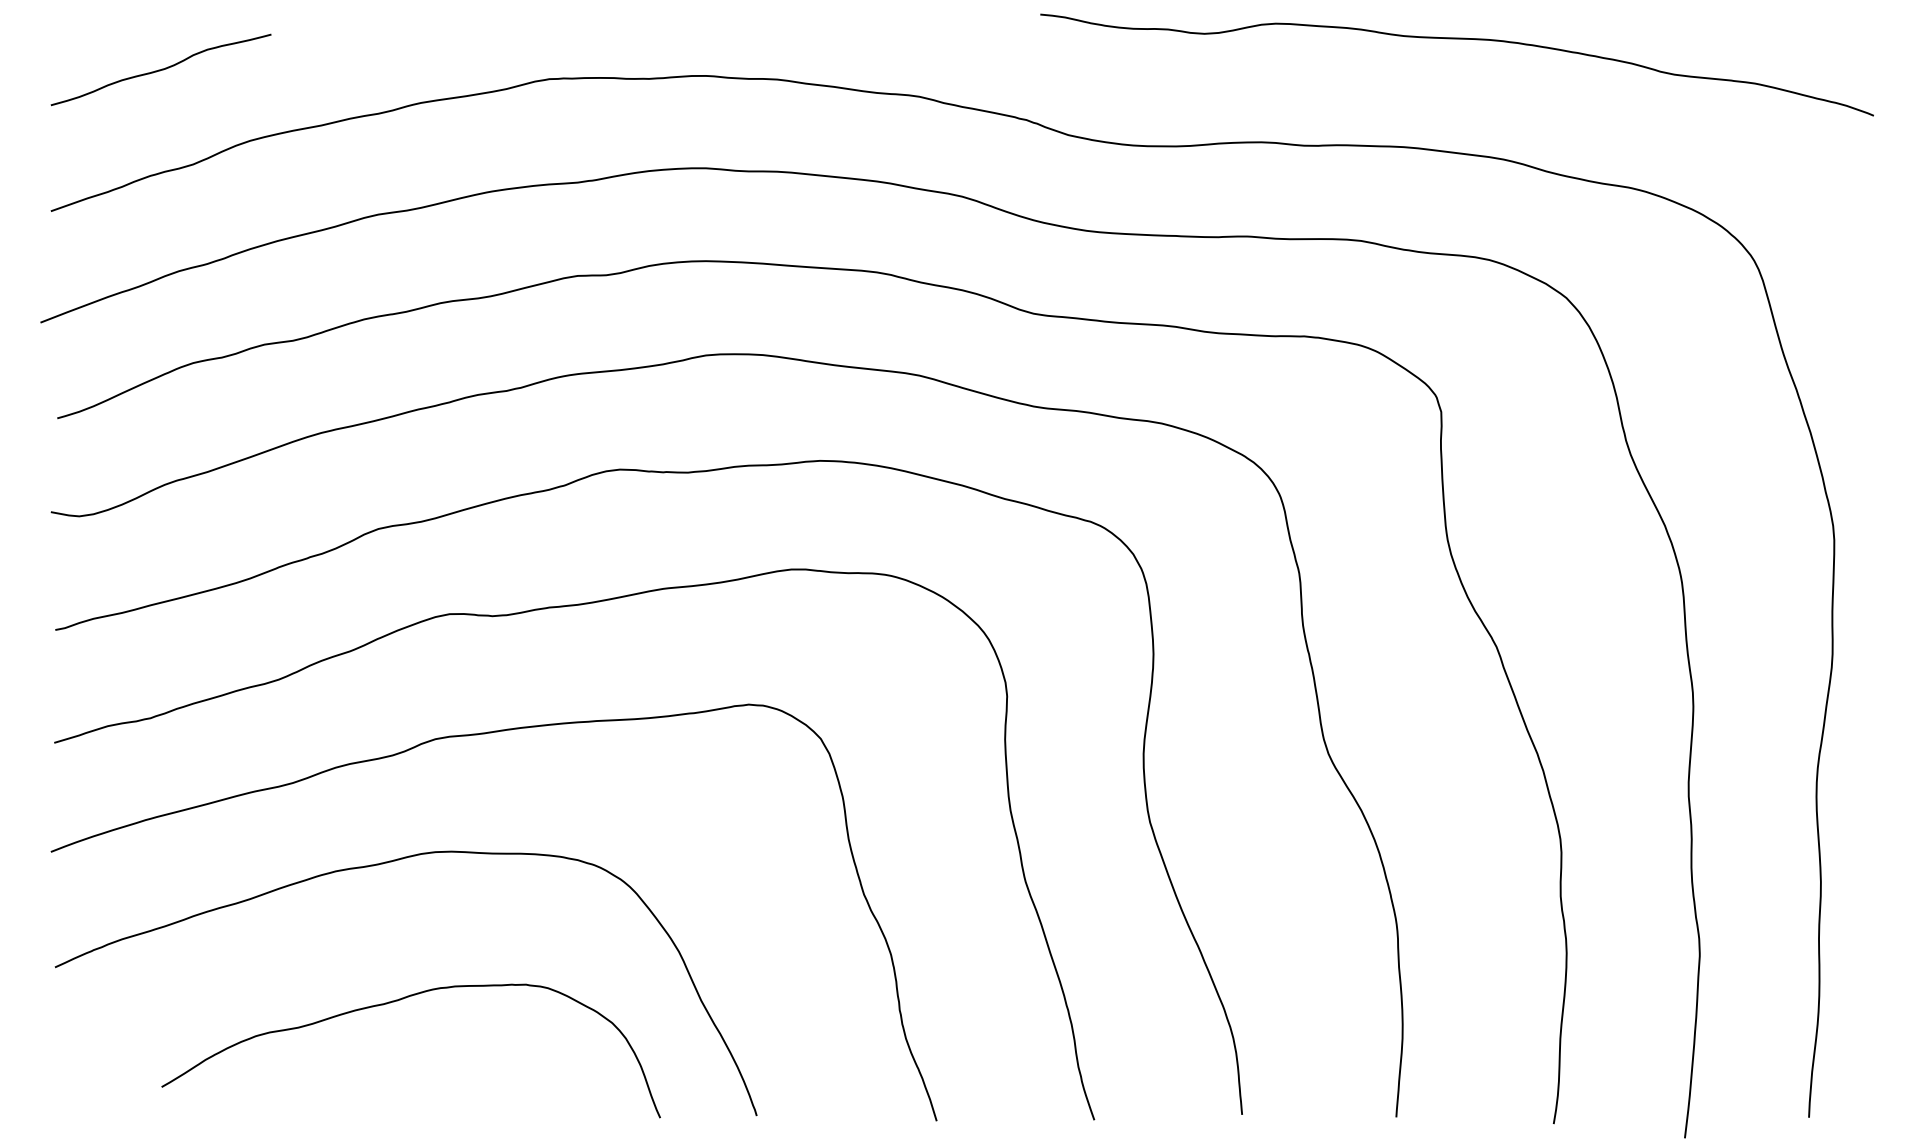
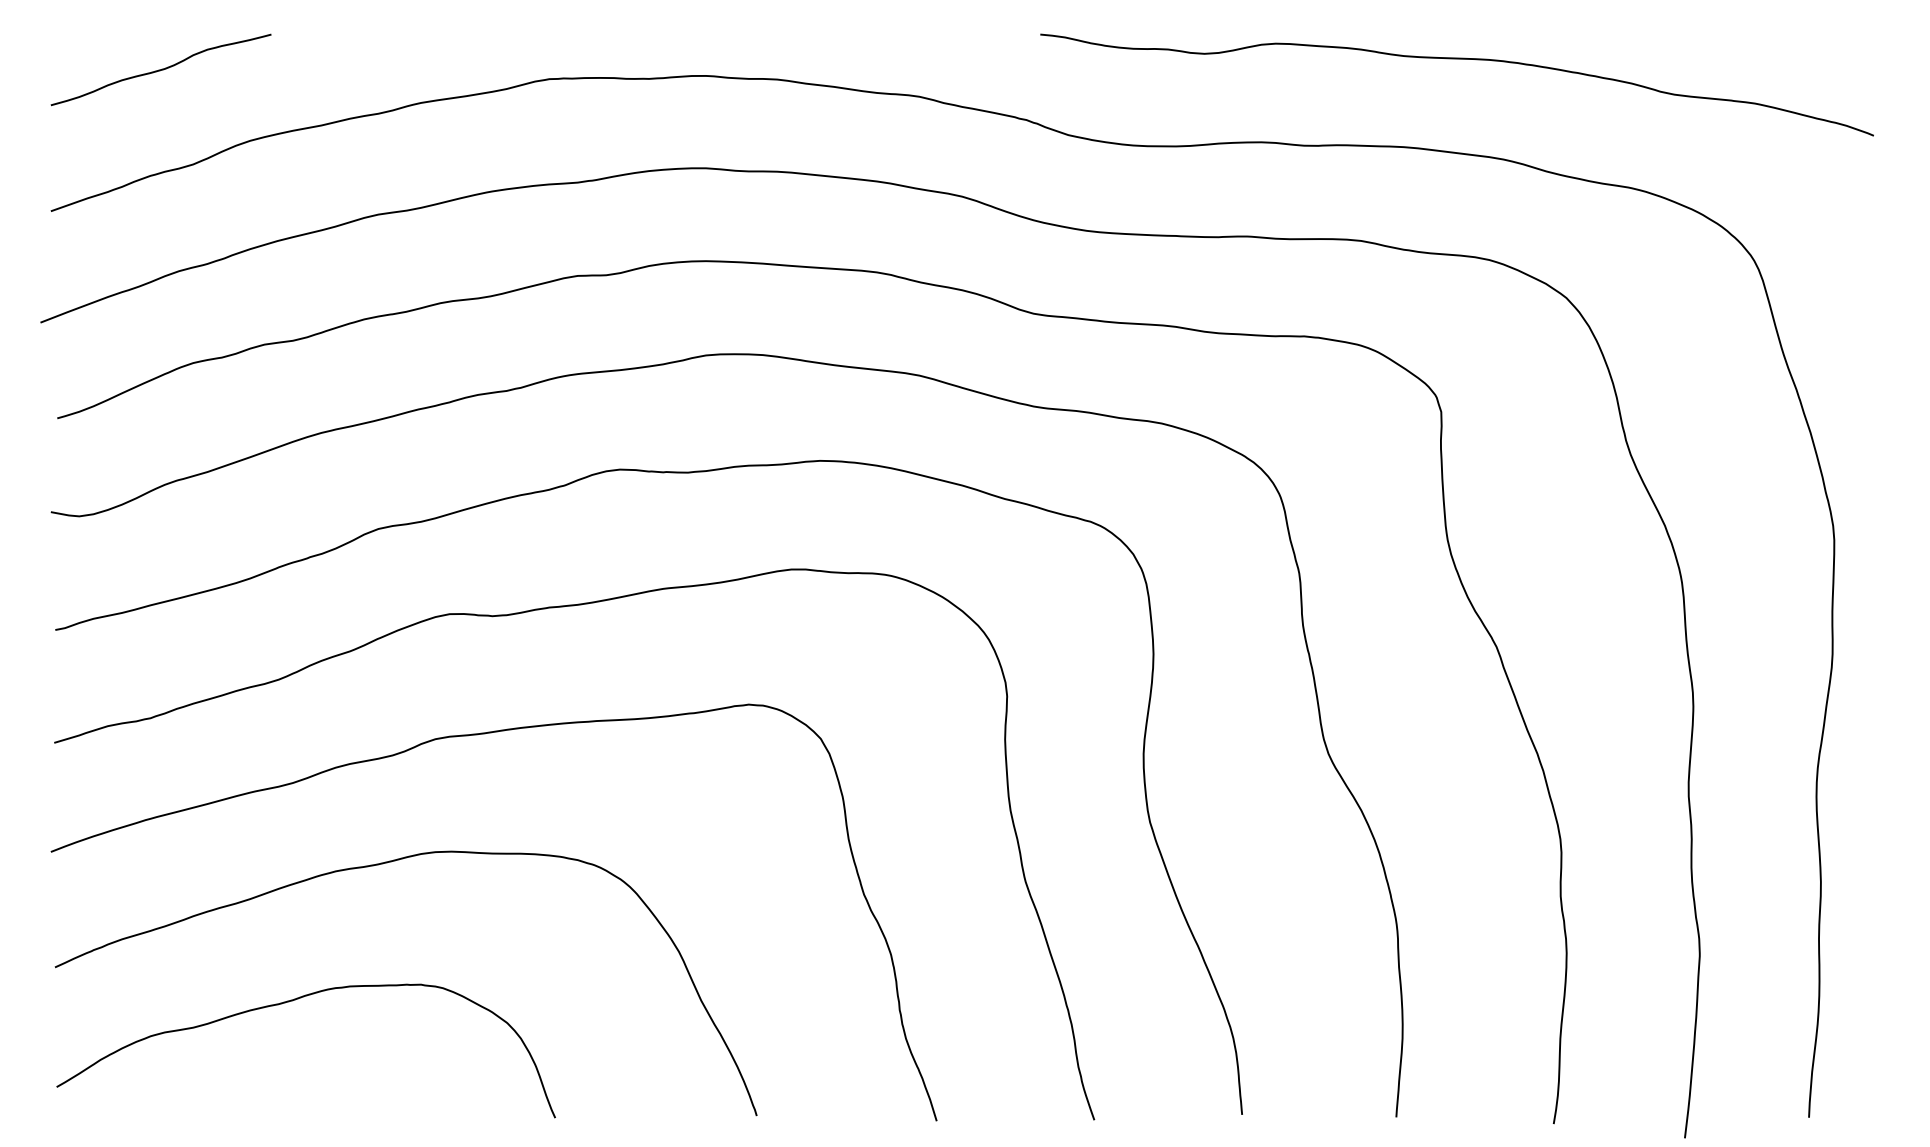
curve at (1456, 39) position: (1456, 39) -> (1456, 59)
curve at (394, 1002) position: (394, 1002) -> (289, 1002)
